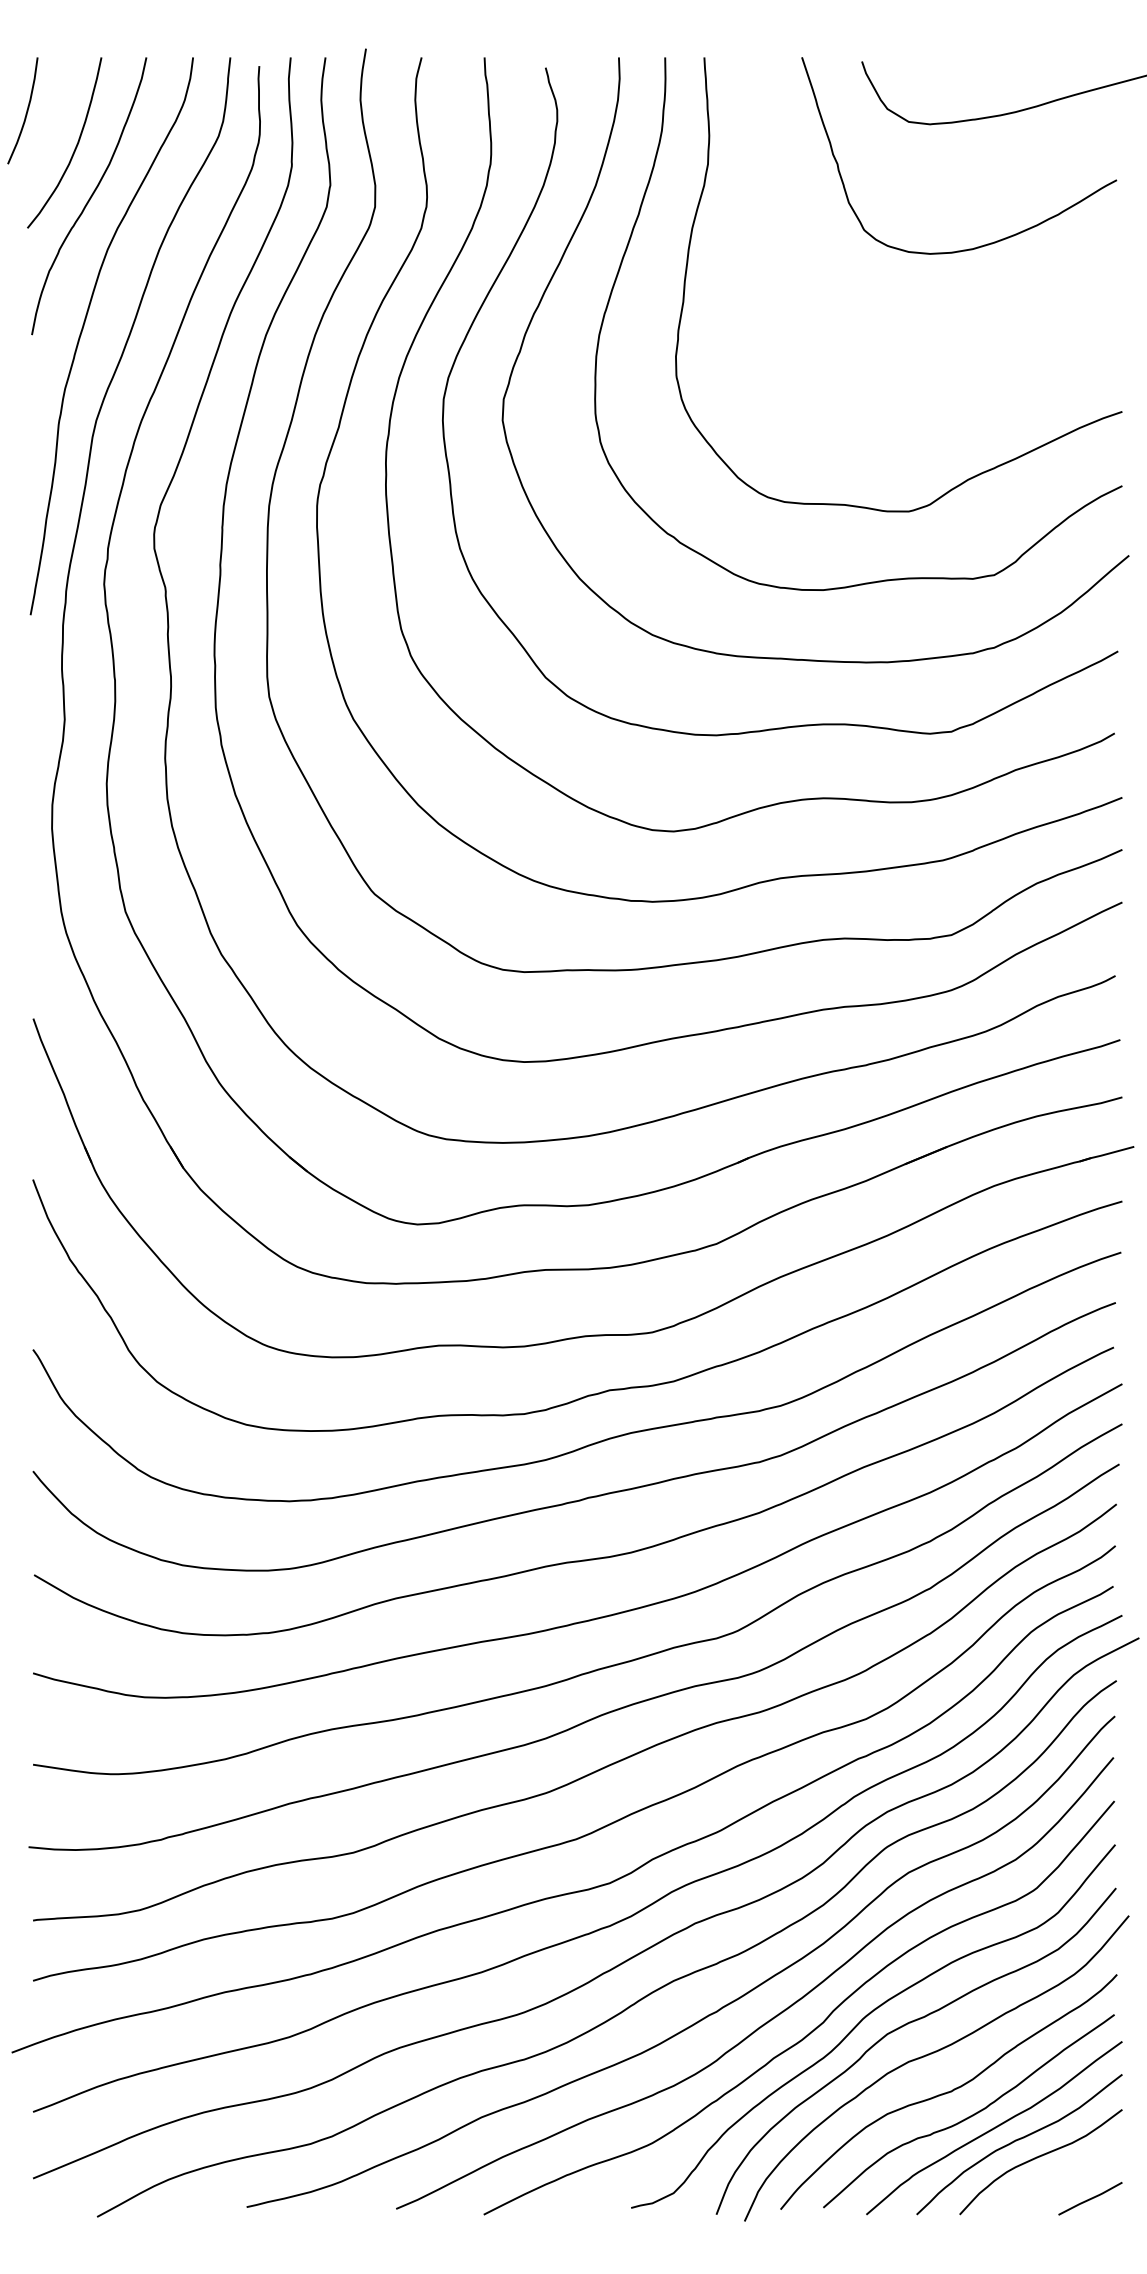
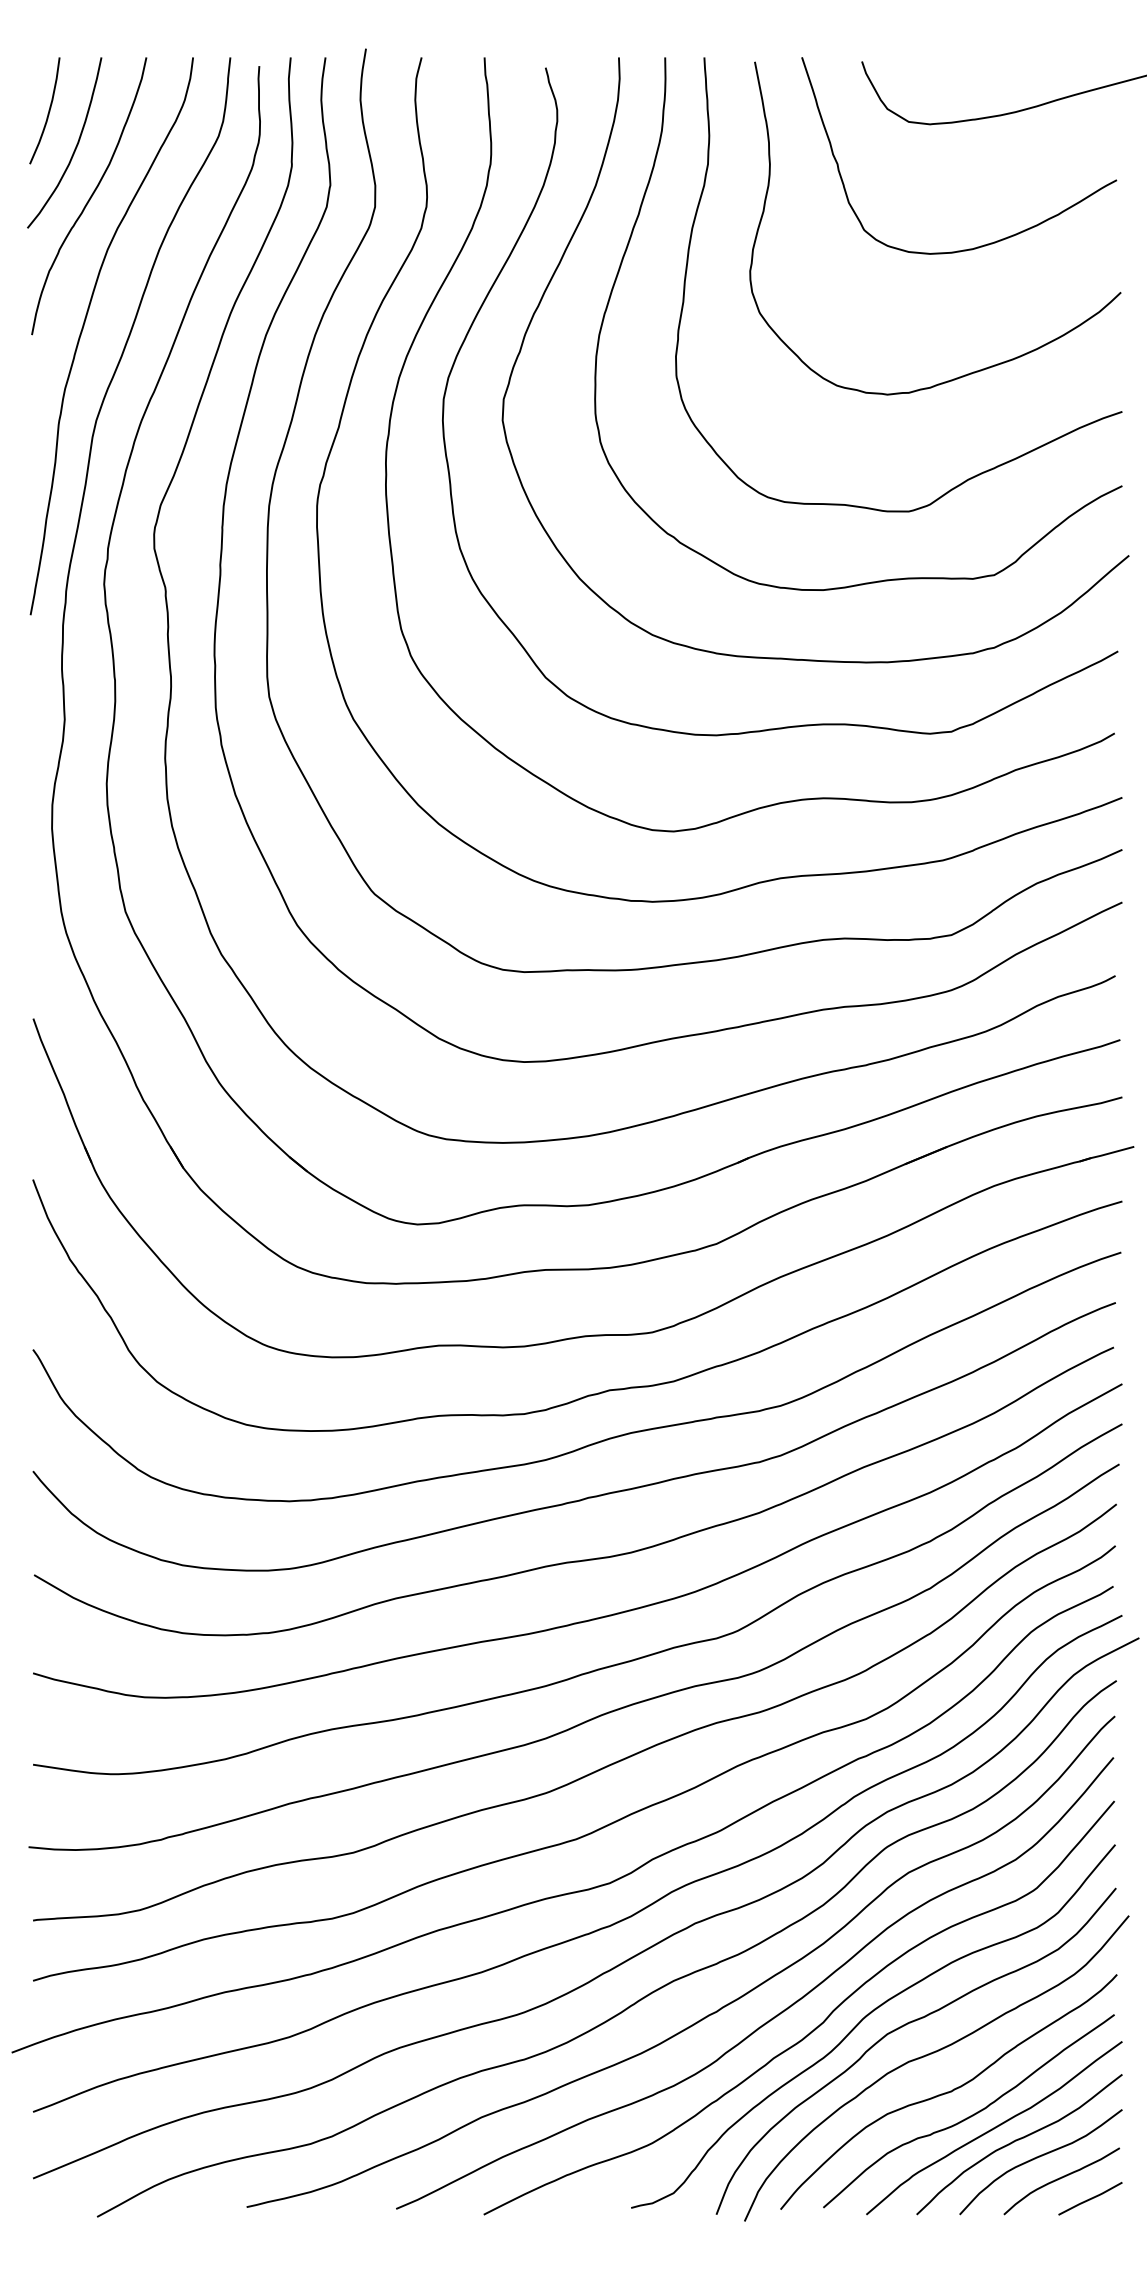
curve at (26, 110) position: (26, 110) -> (48, 110)
curve at (982, 368): none -> present
curve at (1060, 2179): none -> present
